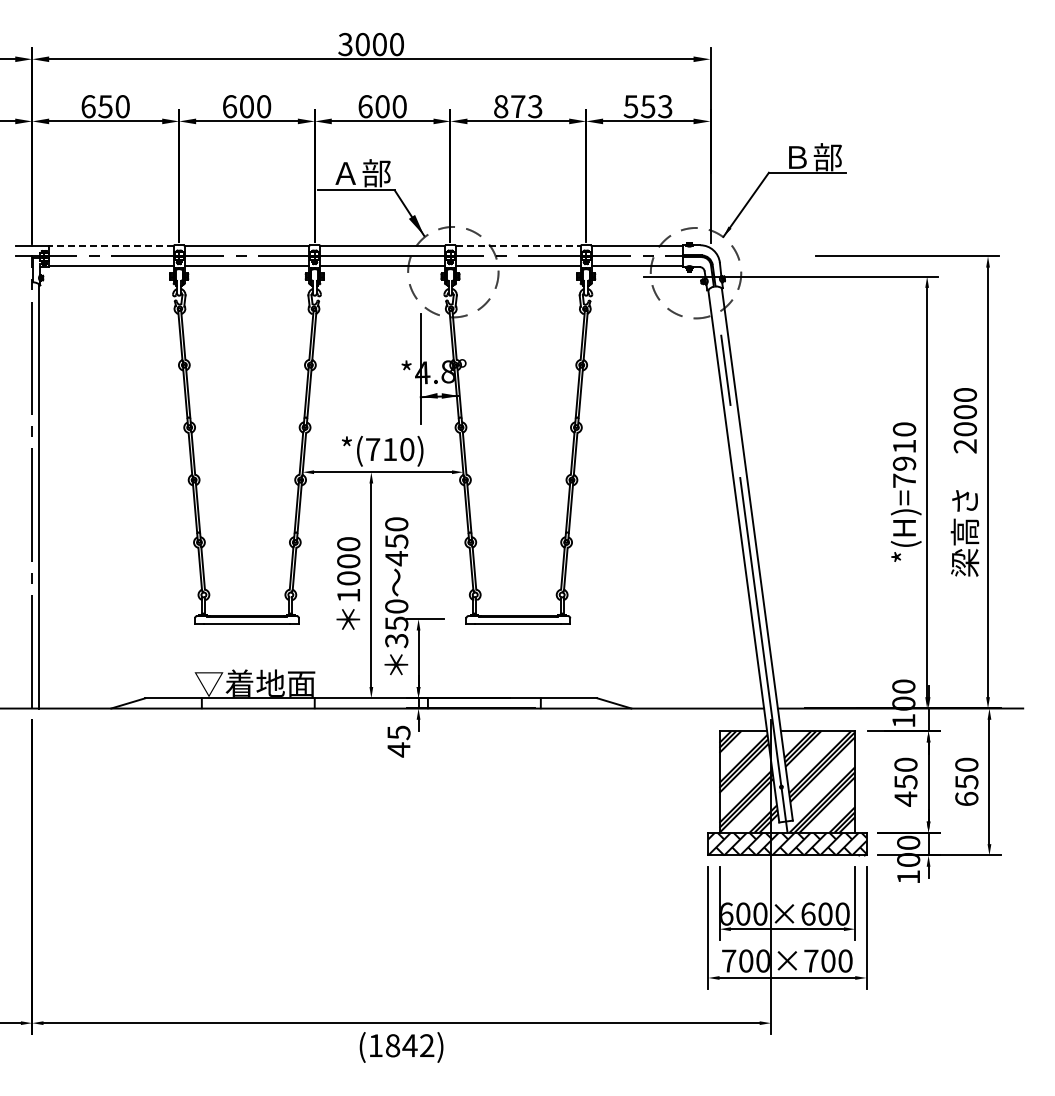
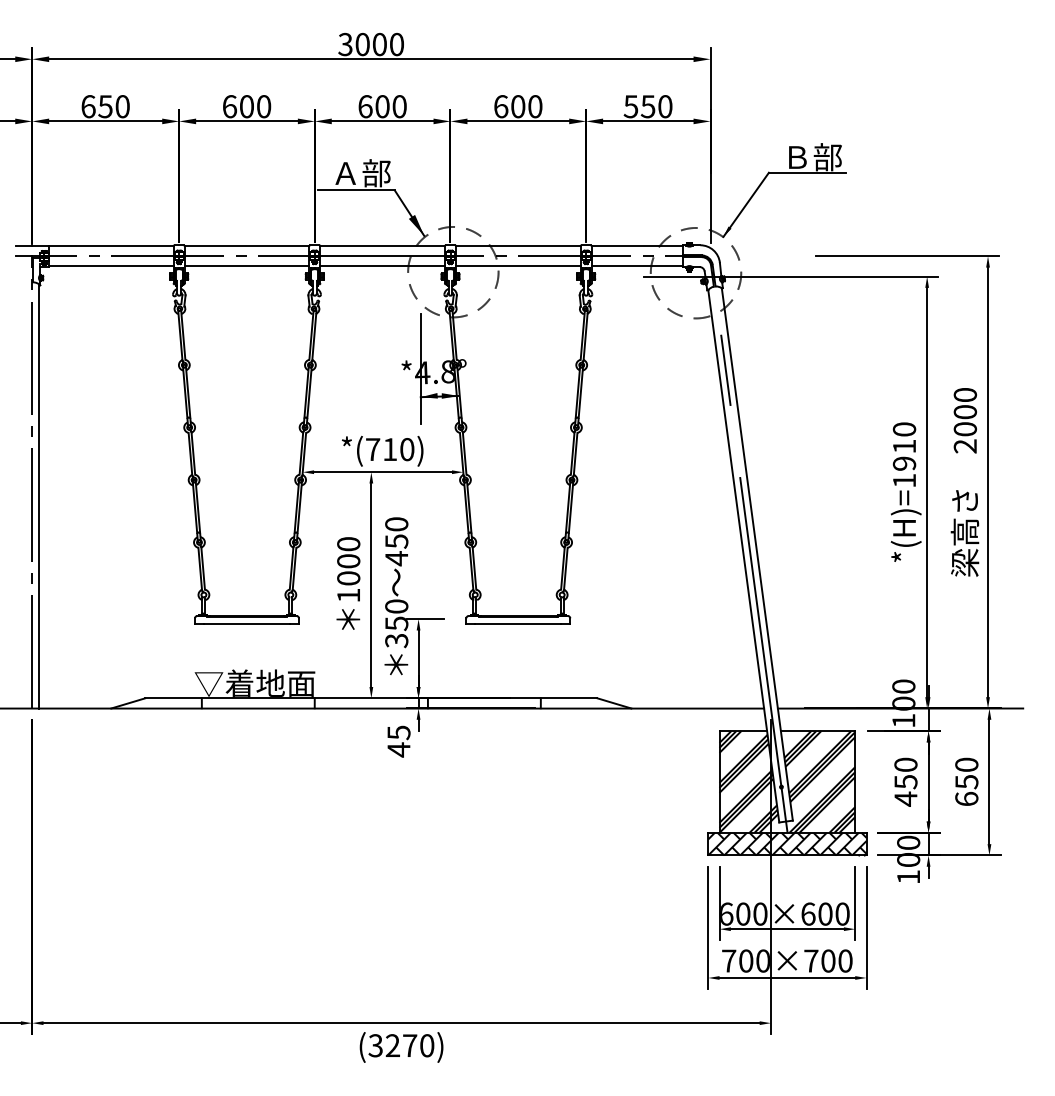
text at (518, 106): 873 -> 600
text at (665, 106): 553 -> 550
line at (110, 246): dashed -> solid
line at (518, 246): dashed -> solid
text at (904, 480): *(H)=7910 -> *(H)=1910
text at (401, 1045): (1842) -> (3270)
